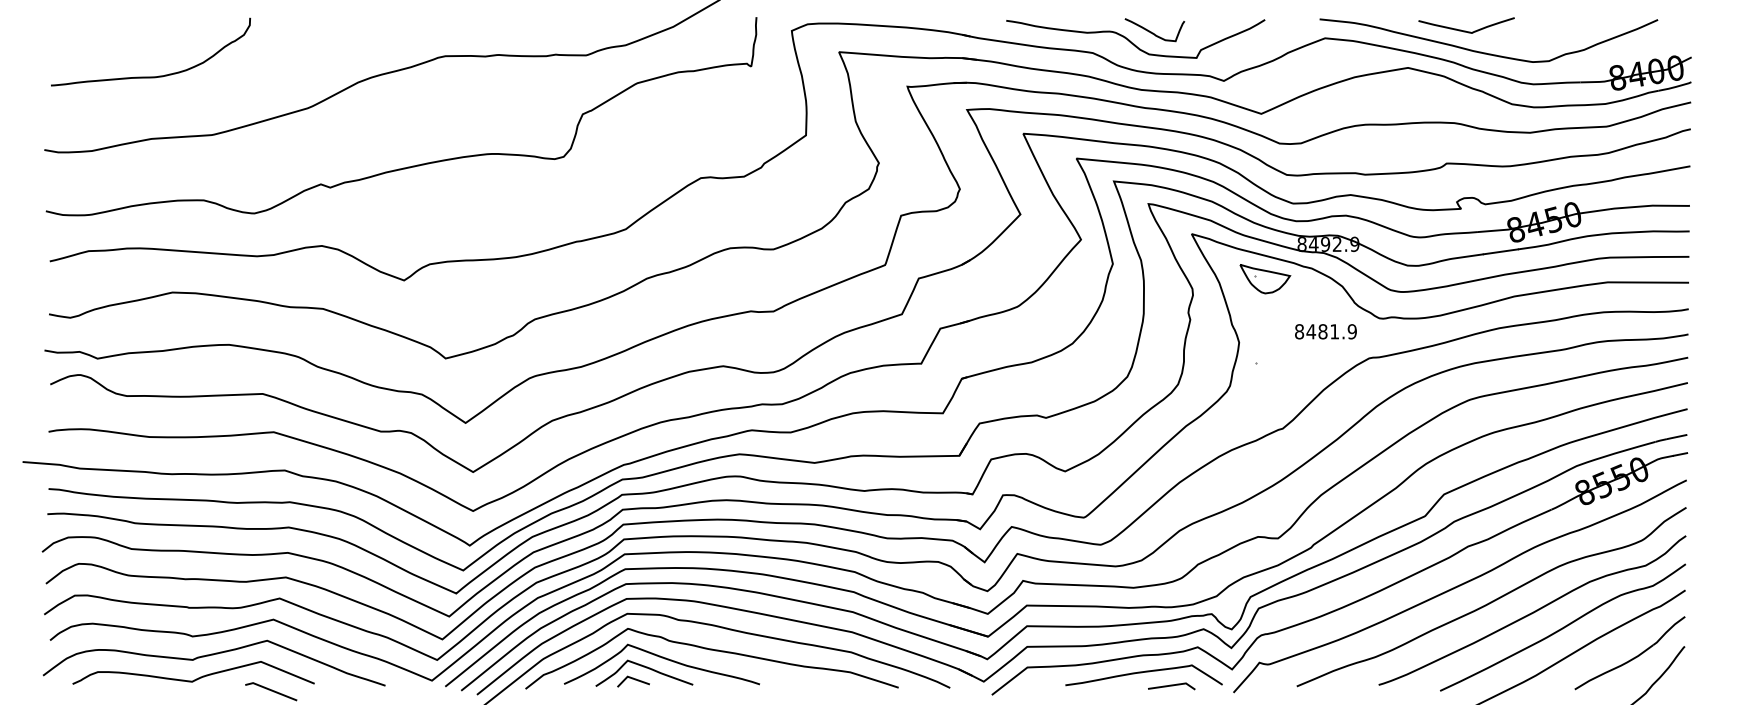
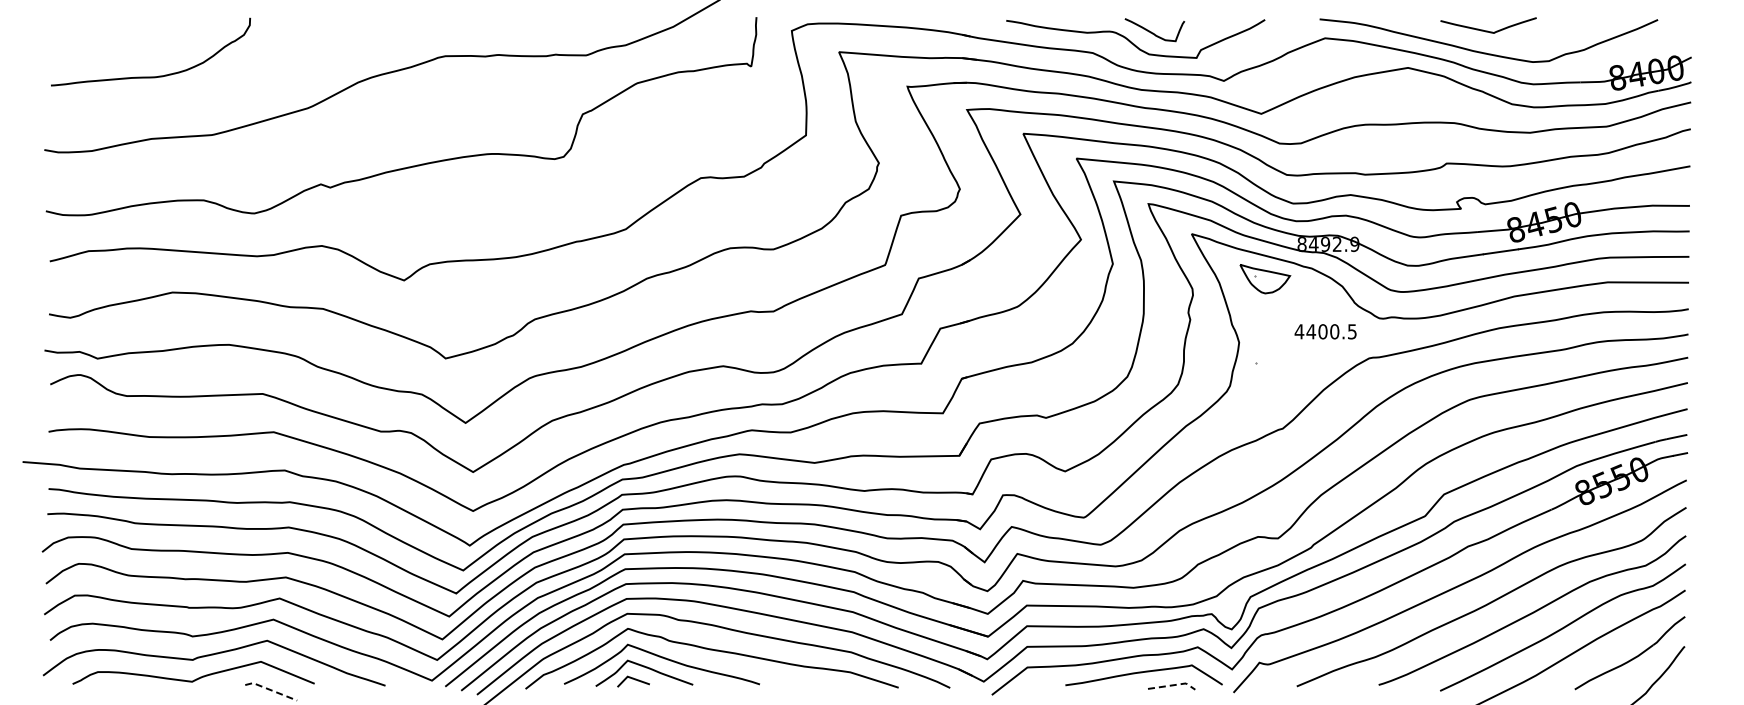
curve at (1465, 30) position: (1465, 30) -> (1487, 30)
text at (1325, 331): 8481.9 -> 4400.5
line at (1173, 685): solid -> dashed
line at (270, 690): solid -> dashed
